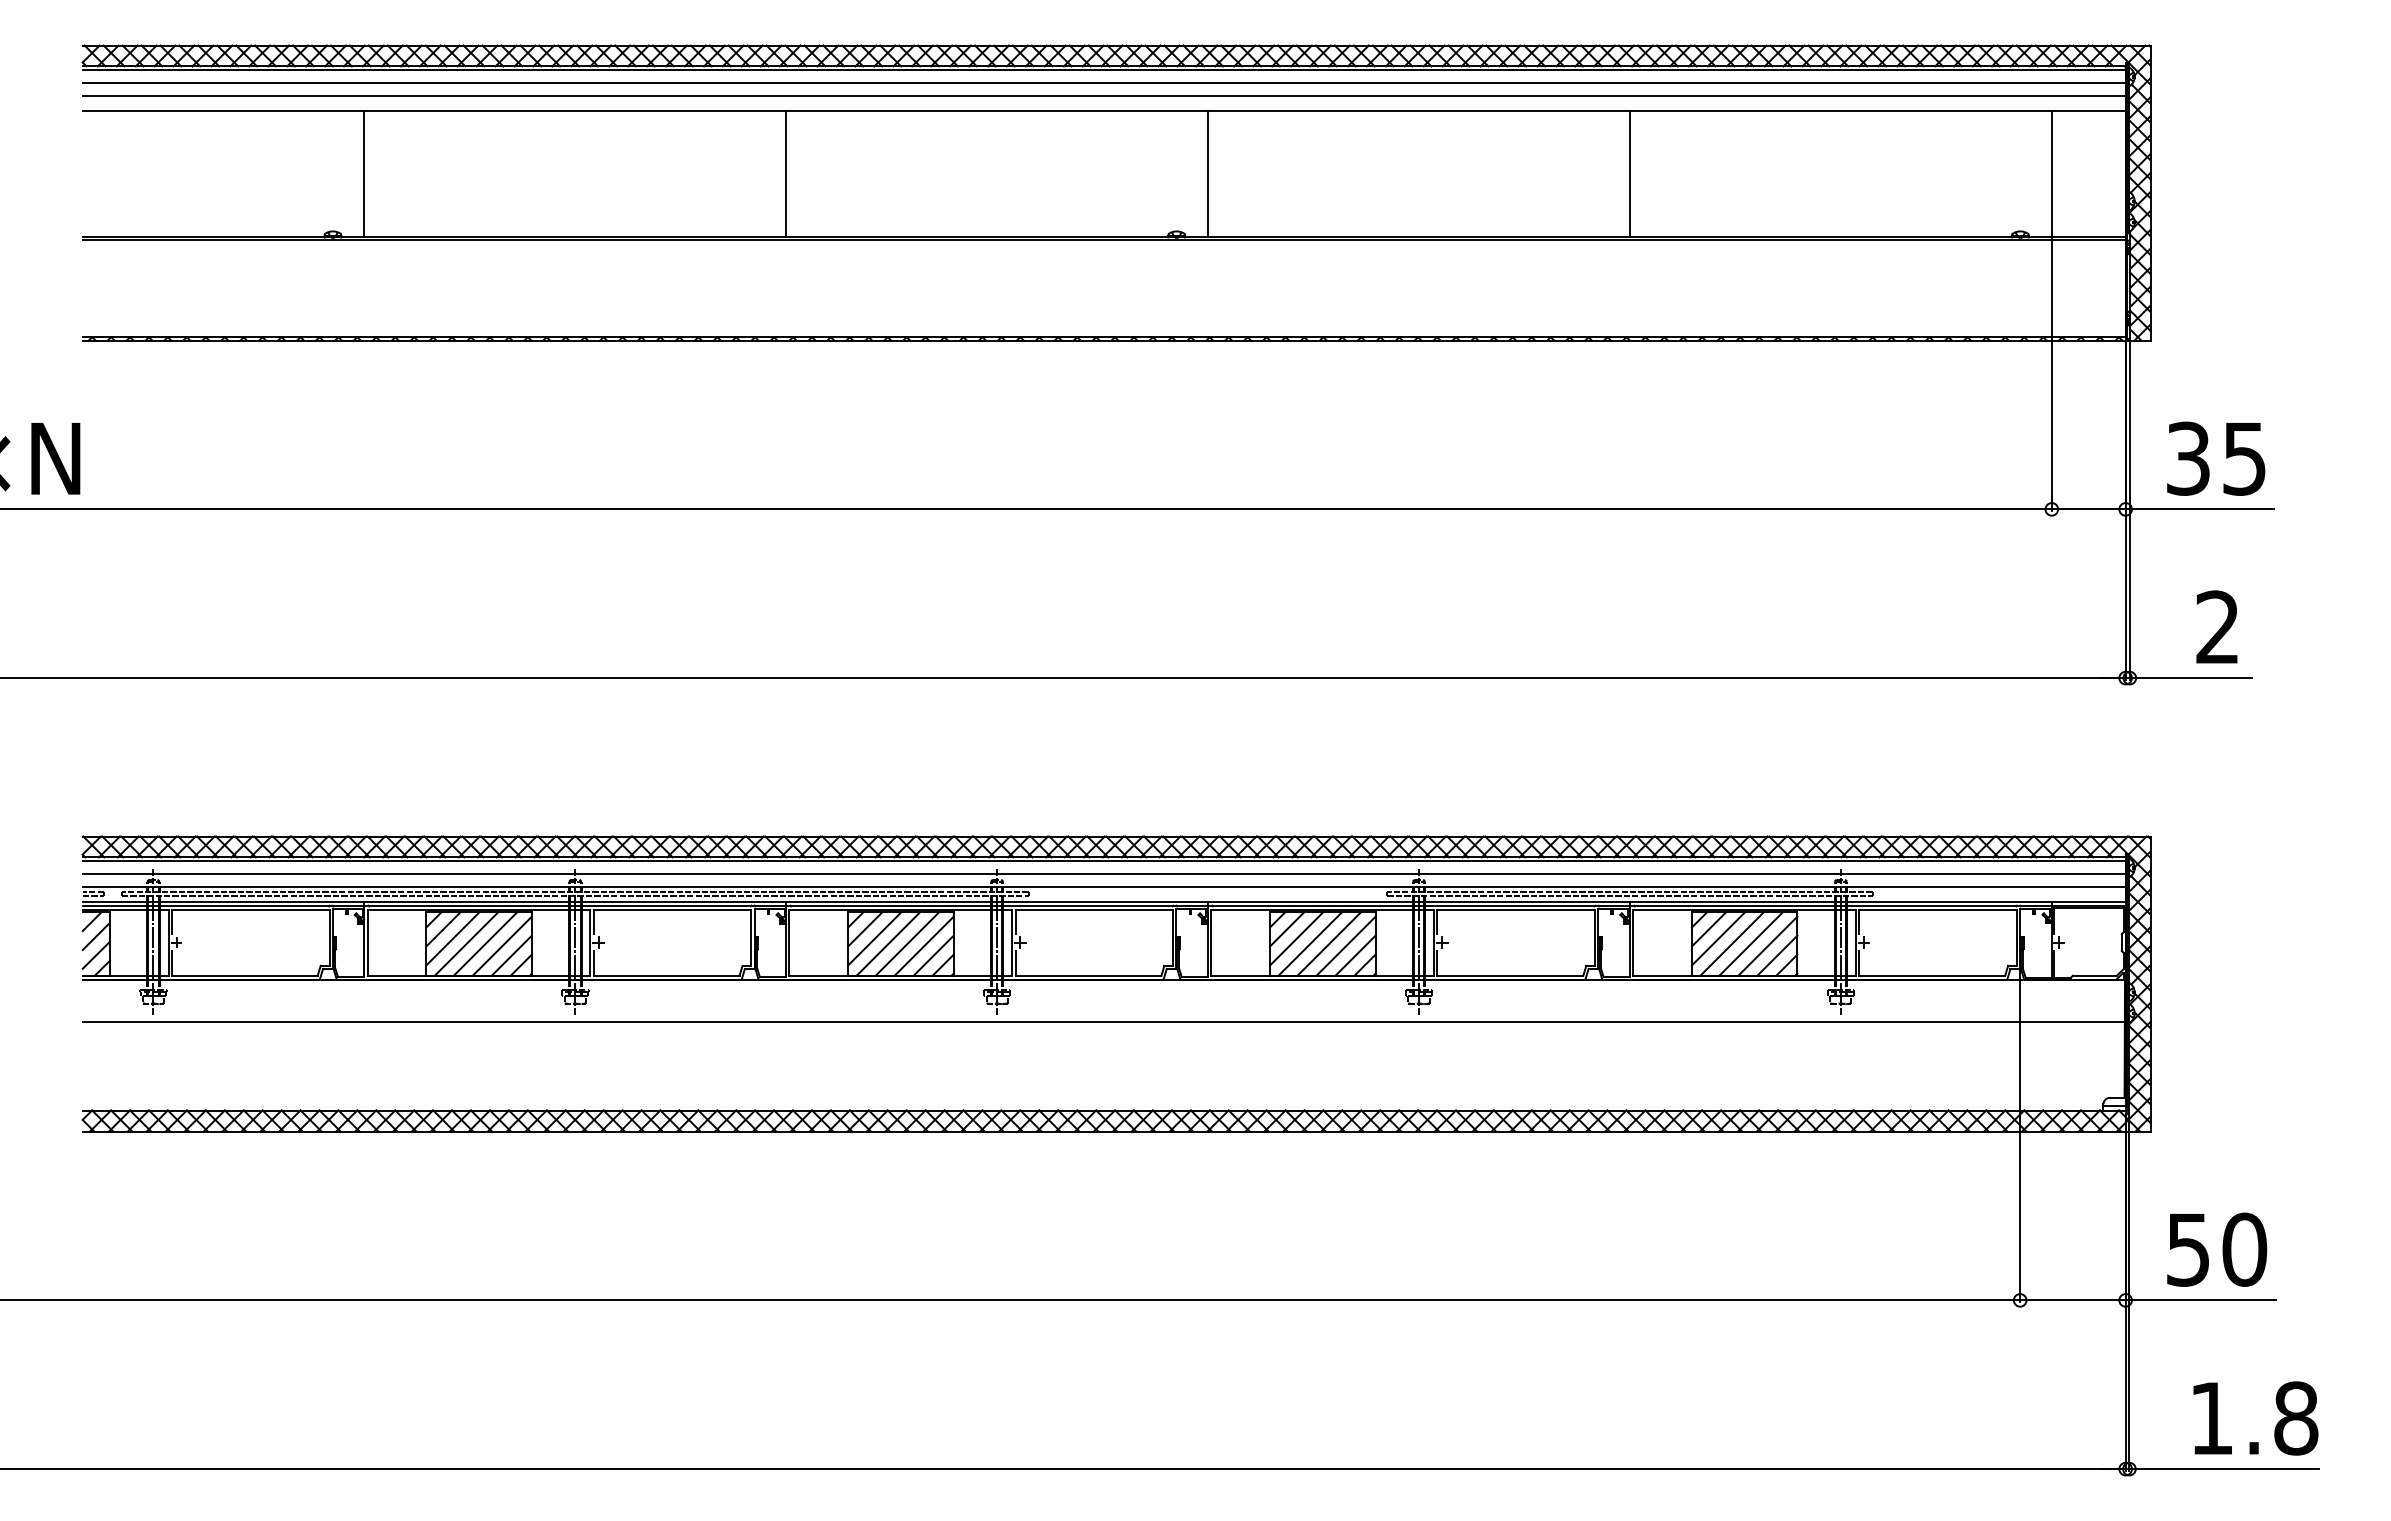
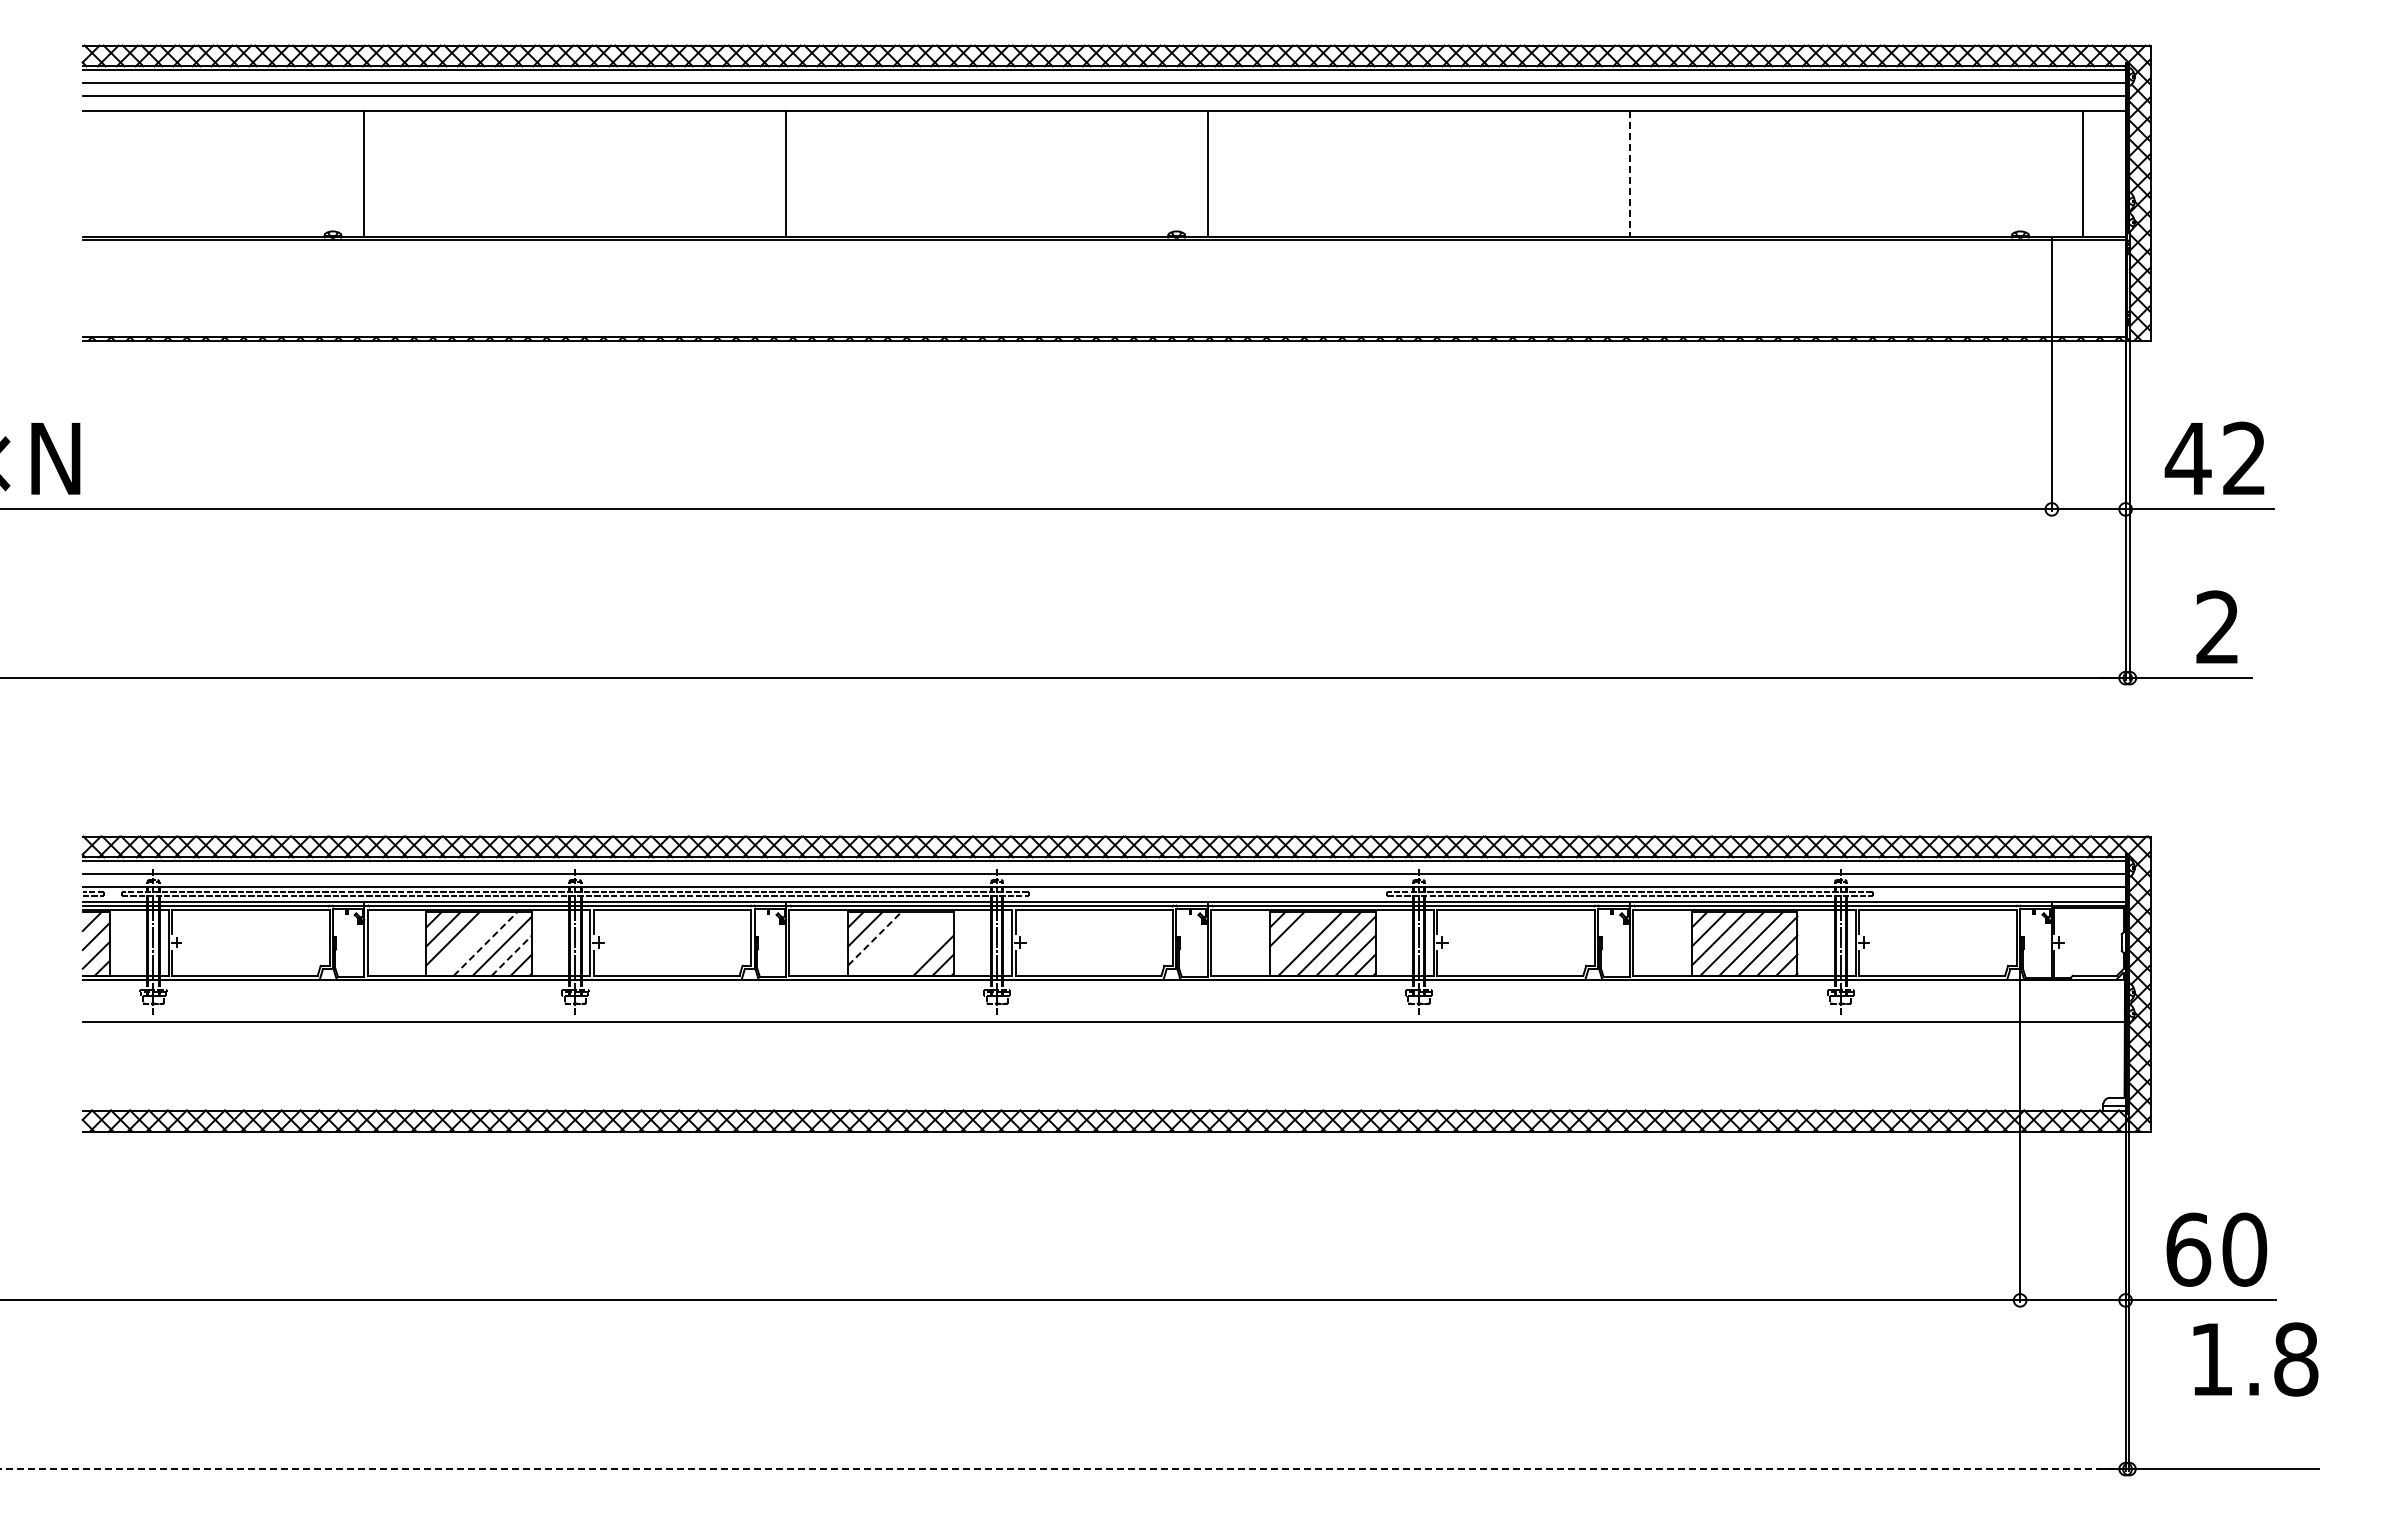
line at (1629, 173): solid -> dashed
line at (2051, 173) position: (2051, 173) -> (2082, 173)
text at (2214, 458): 35 -> 42
line at (875, 938): solid -> dashed
line at (1296, 938): present -> none
line at (466, 943): present -> none
line at (887, 943): present -> none
line at (906, 943): present -> none
line at (485, 944): solid -> dashed
line at (923, 945): present -> none
line at (512, 955): solid -> dashed
text at (2188, 1249): 50 -> 60
text at (2255, 1418) position: (2255, 1418) -> (2255, 1359)
line at (1063, 1469): solid -> dashed
